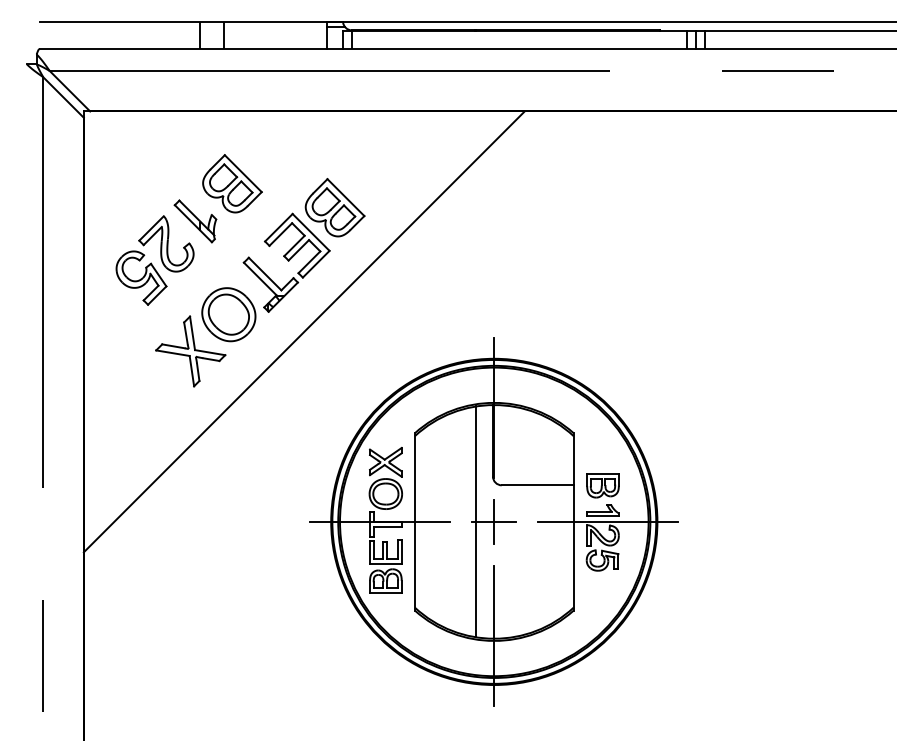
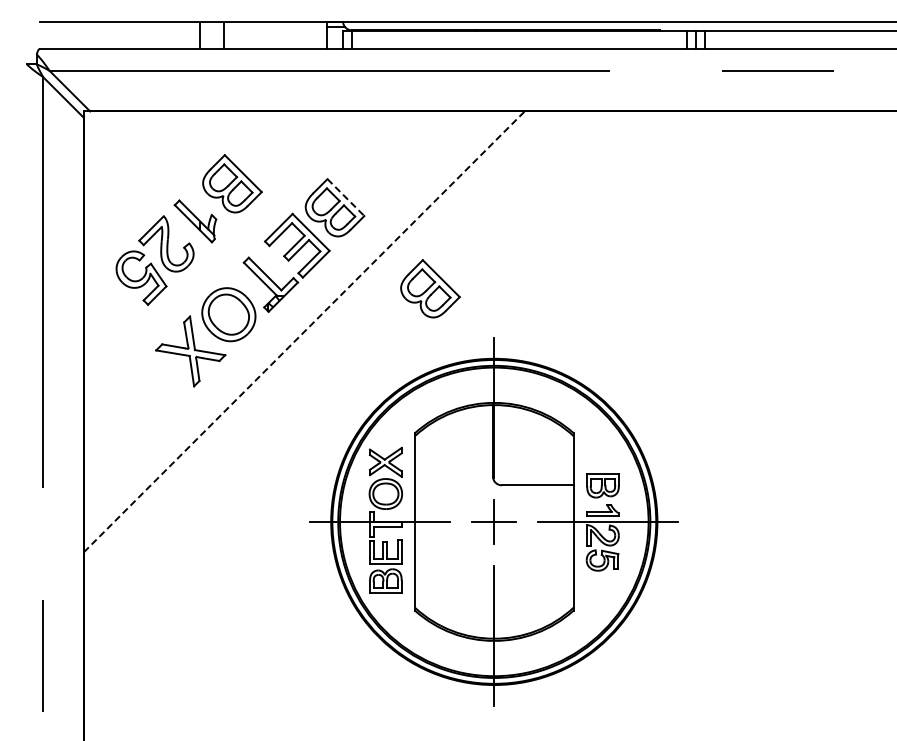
line at (346, 197): solid -> dashed
part at (430, 288): none -> present
line at (304, 331): solid -> dashed
line at (476, 521): present -> none
